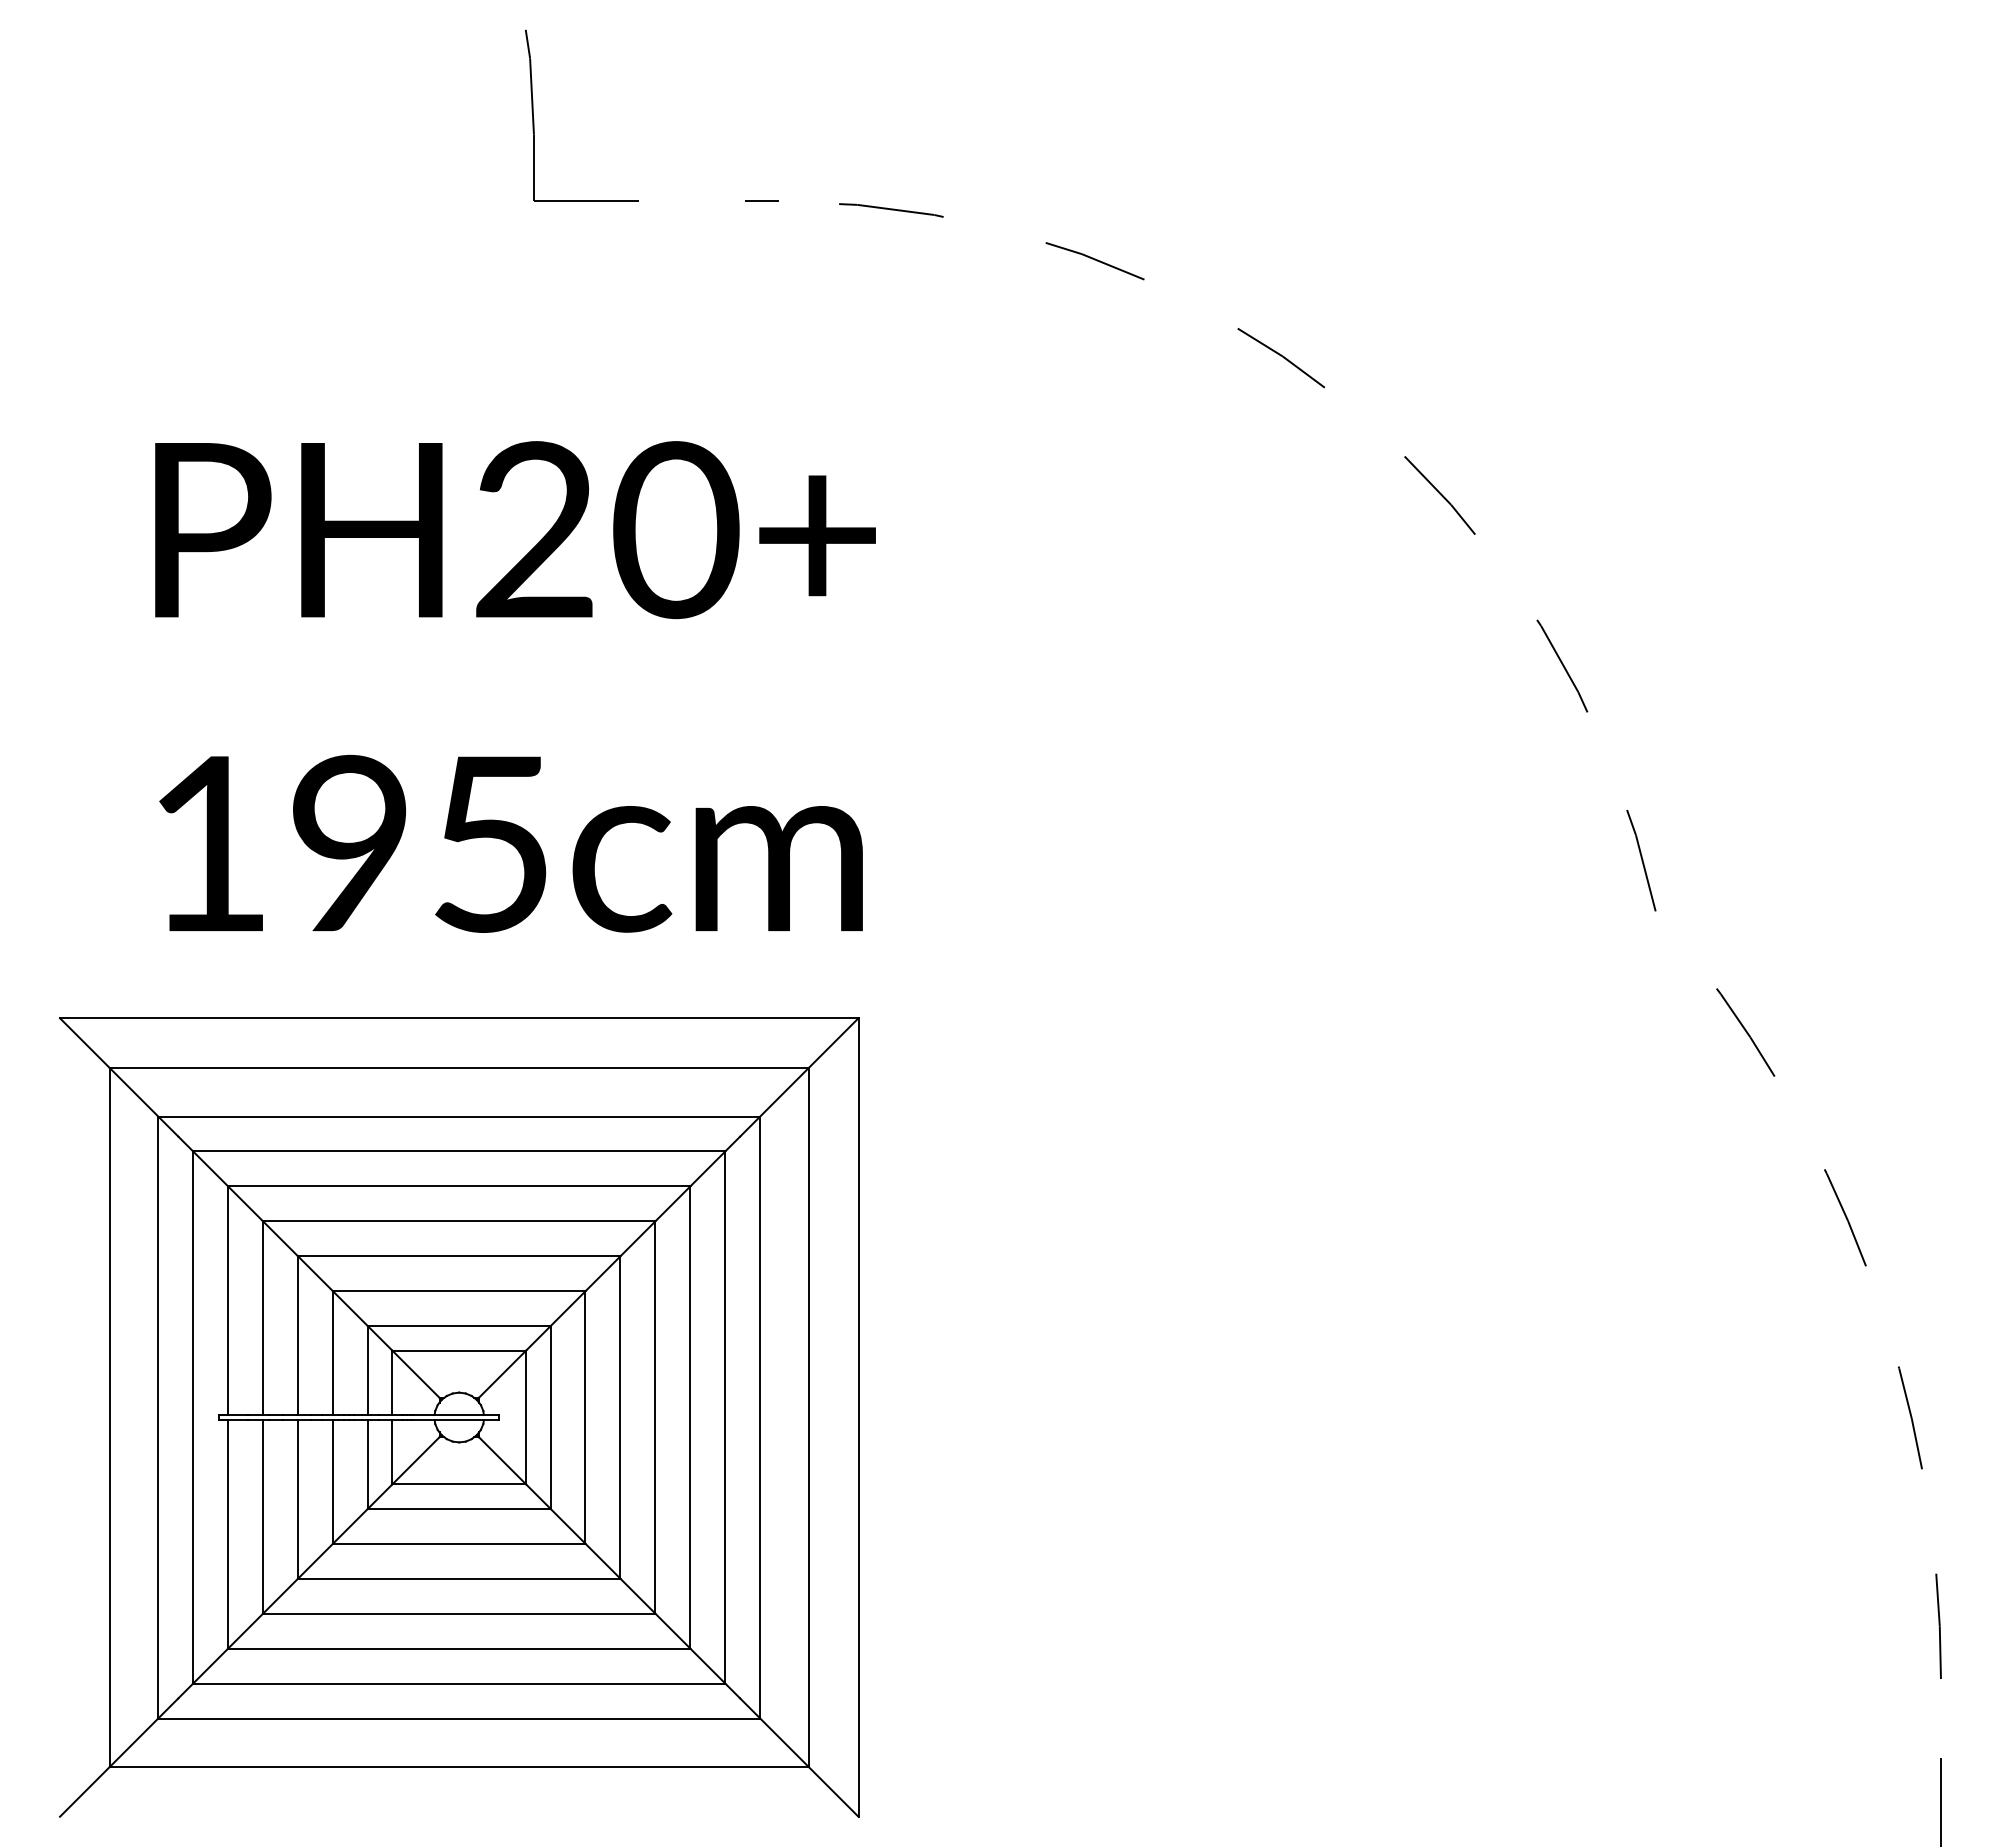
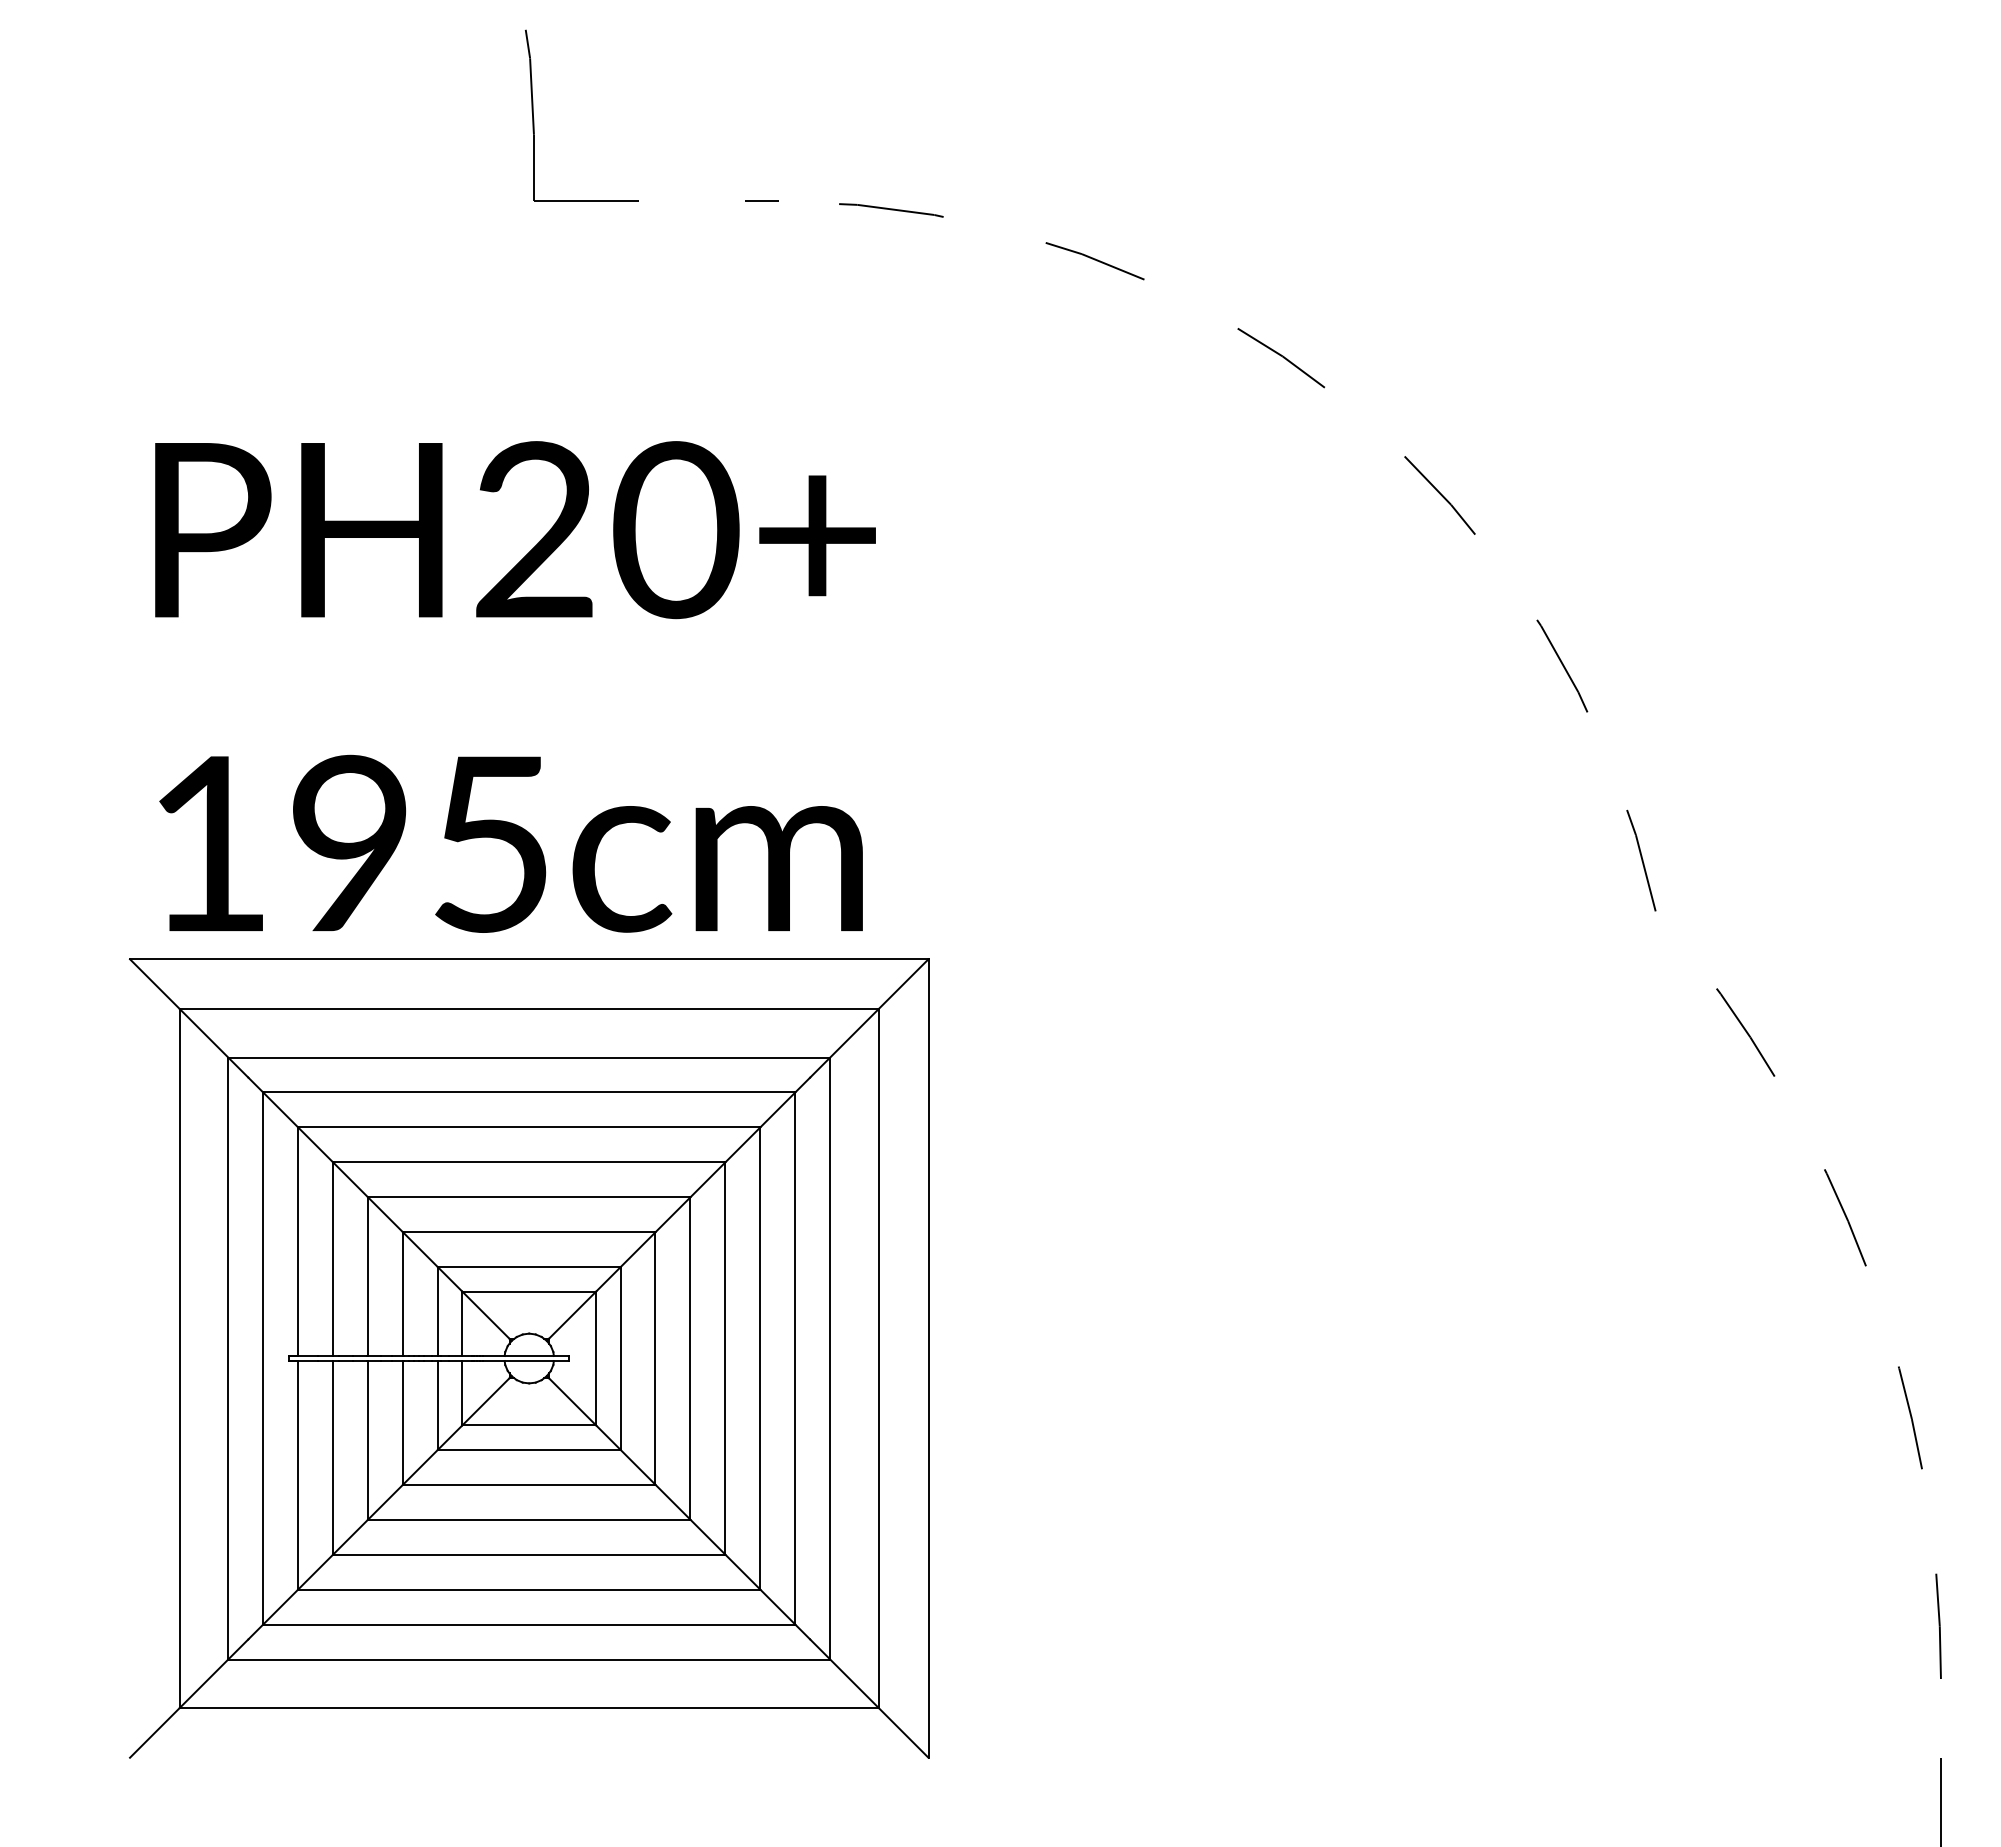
part at (459, 1417) position: (459, 1417) -> (529, 1358)
